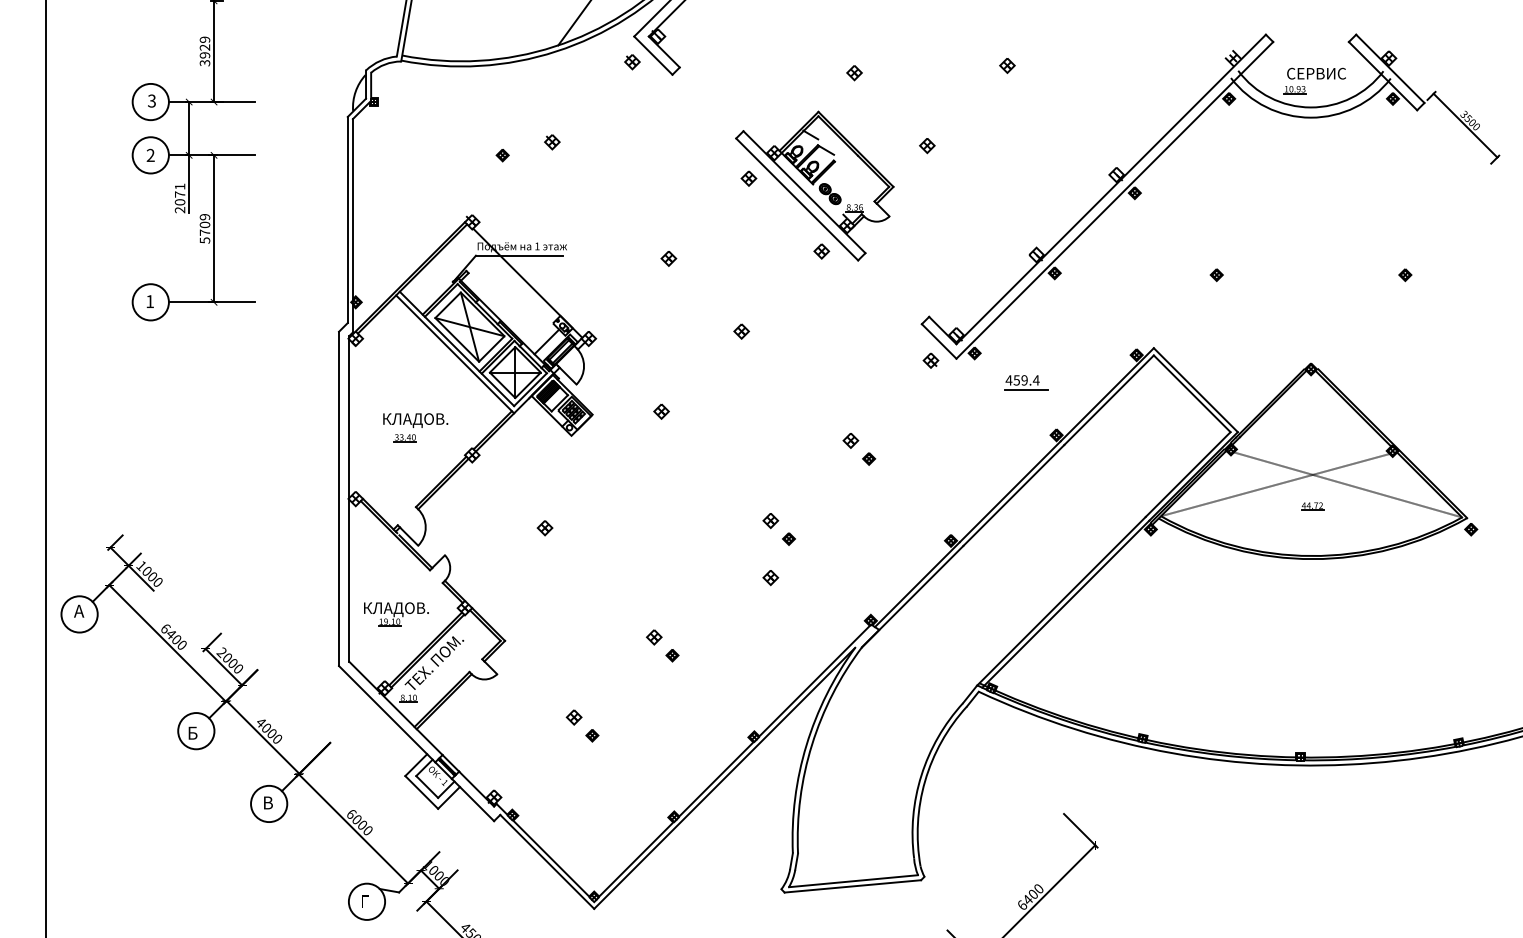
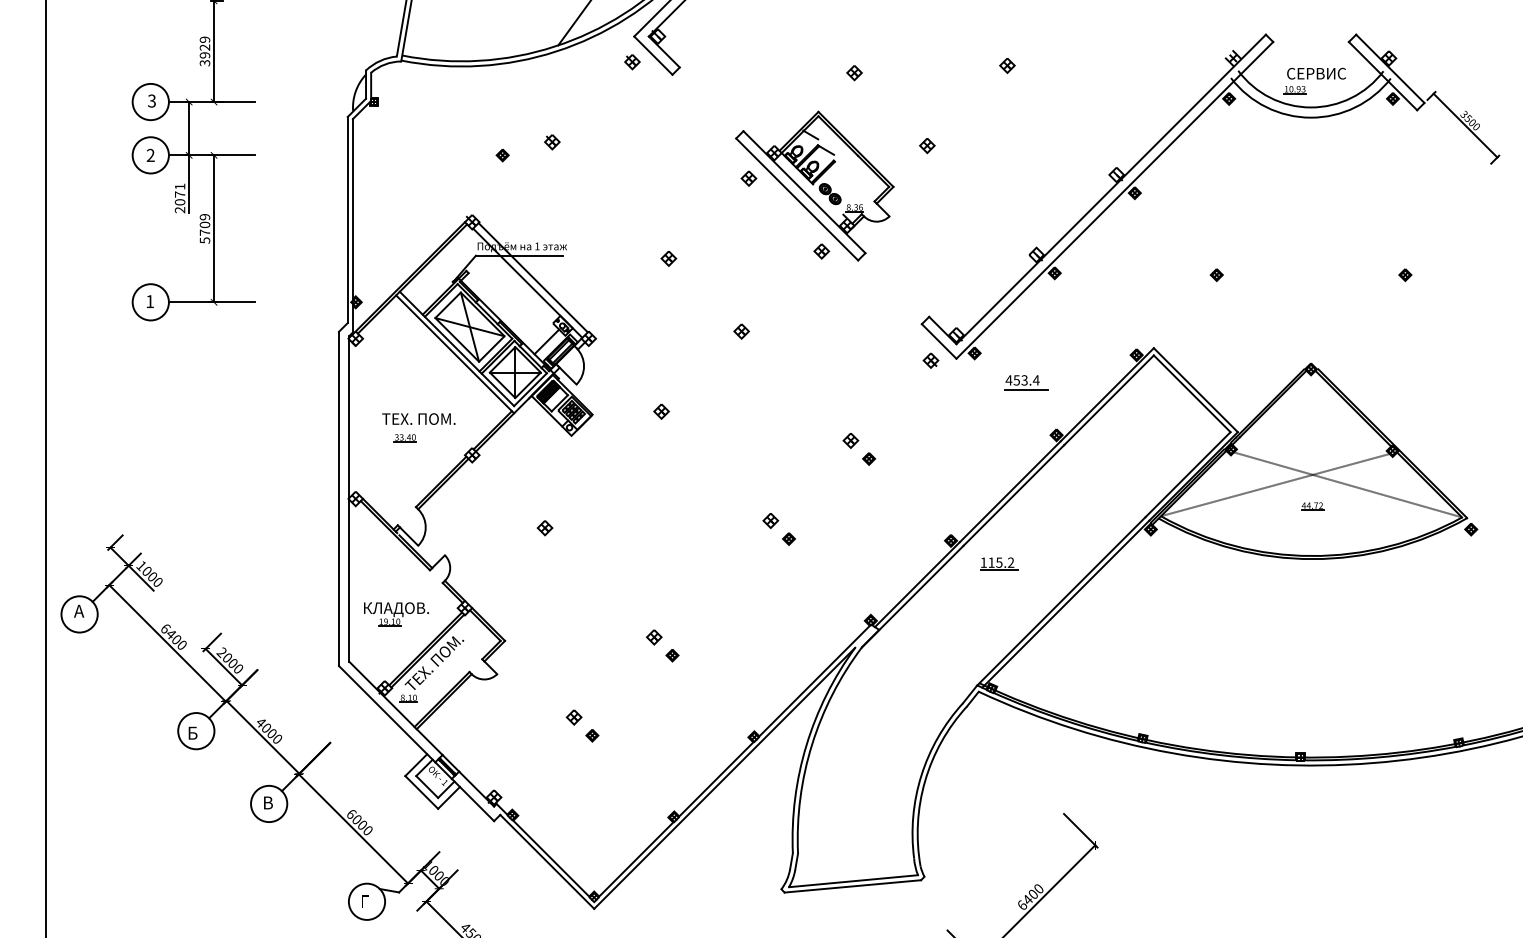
line at (532, 277): none -> present
text at (1024, 380): 459.4 -> 453.4
text at (418, 420): КЛАДОВ. -> ТЕХ. ПОМ.
part at (999, 563): none -> present
part at (770, 578): present -> none
